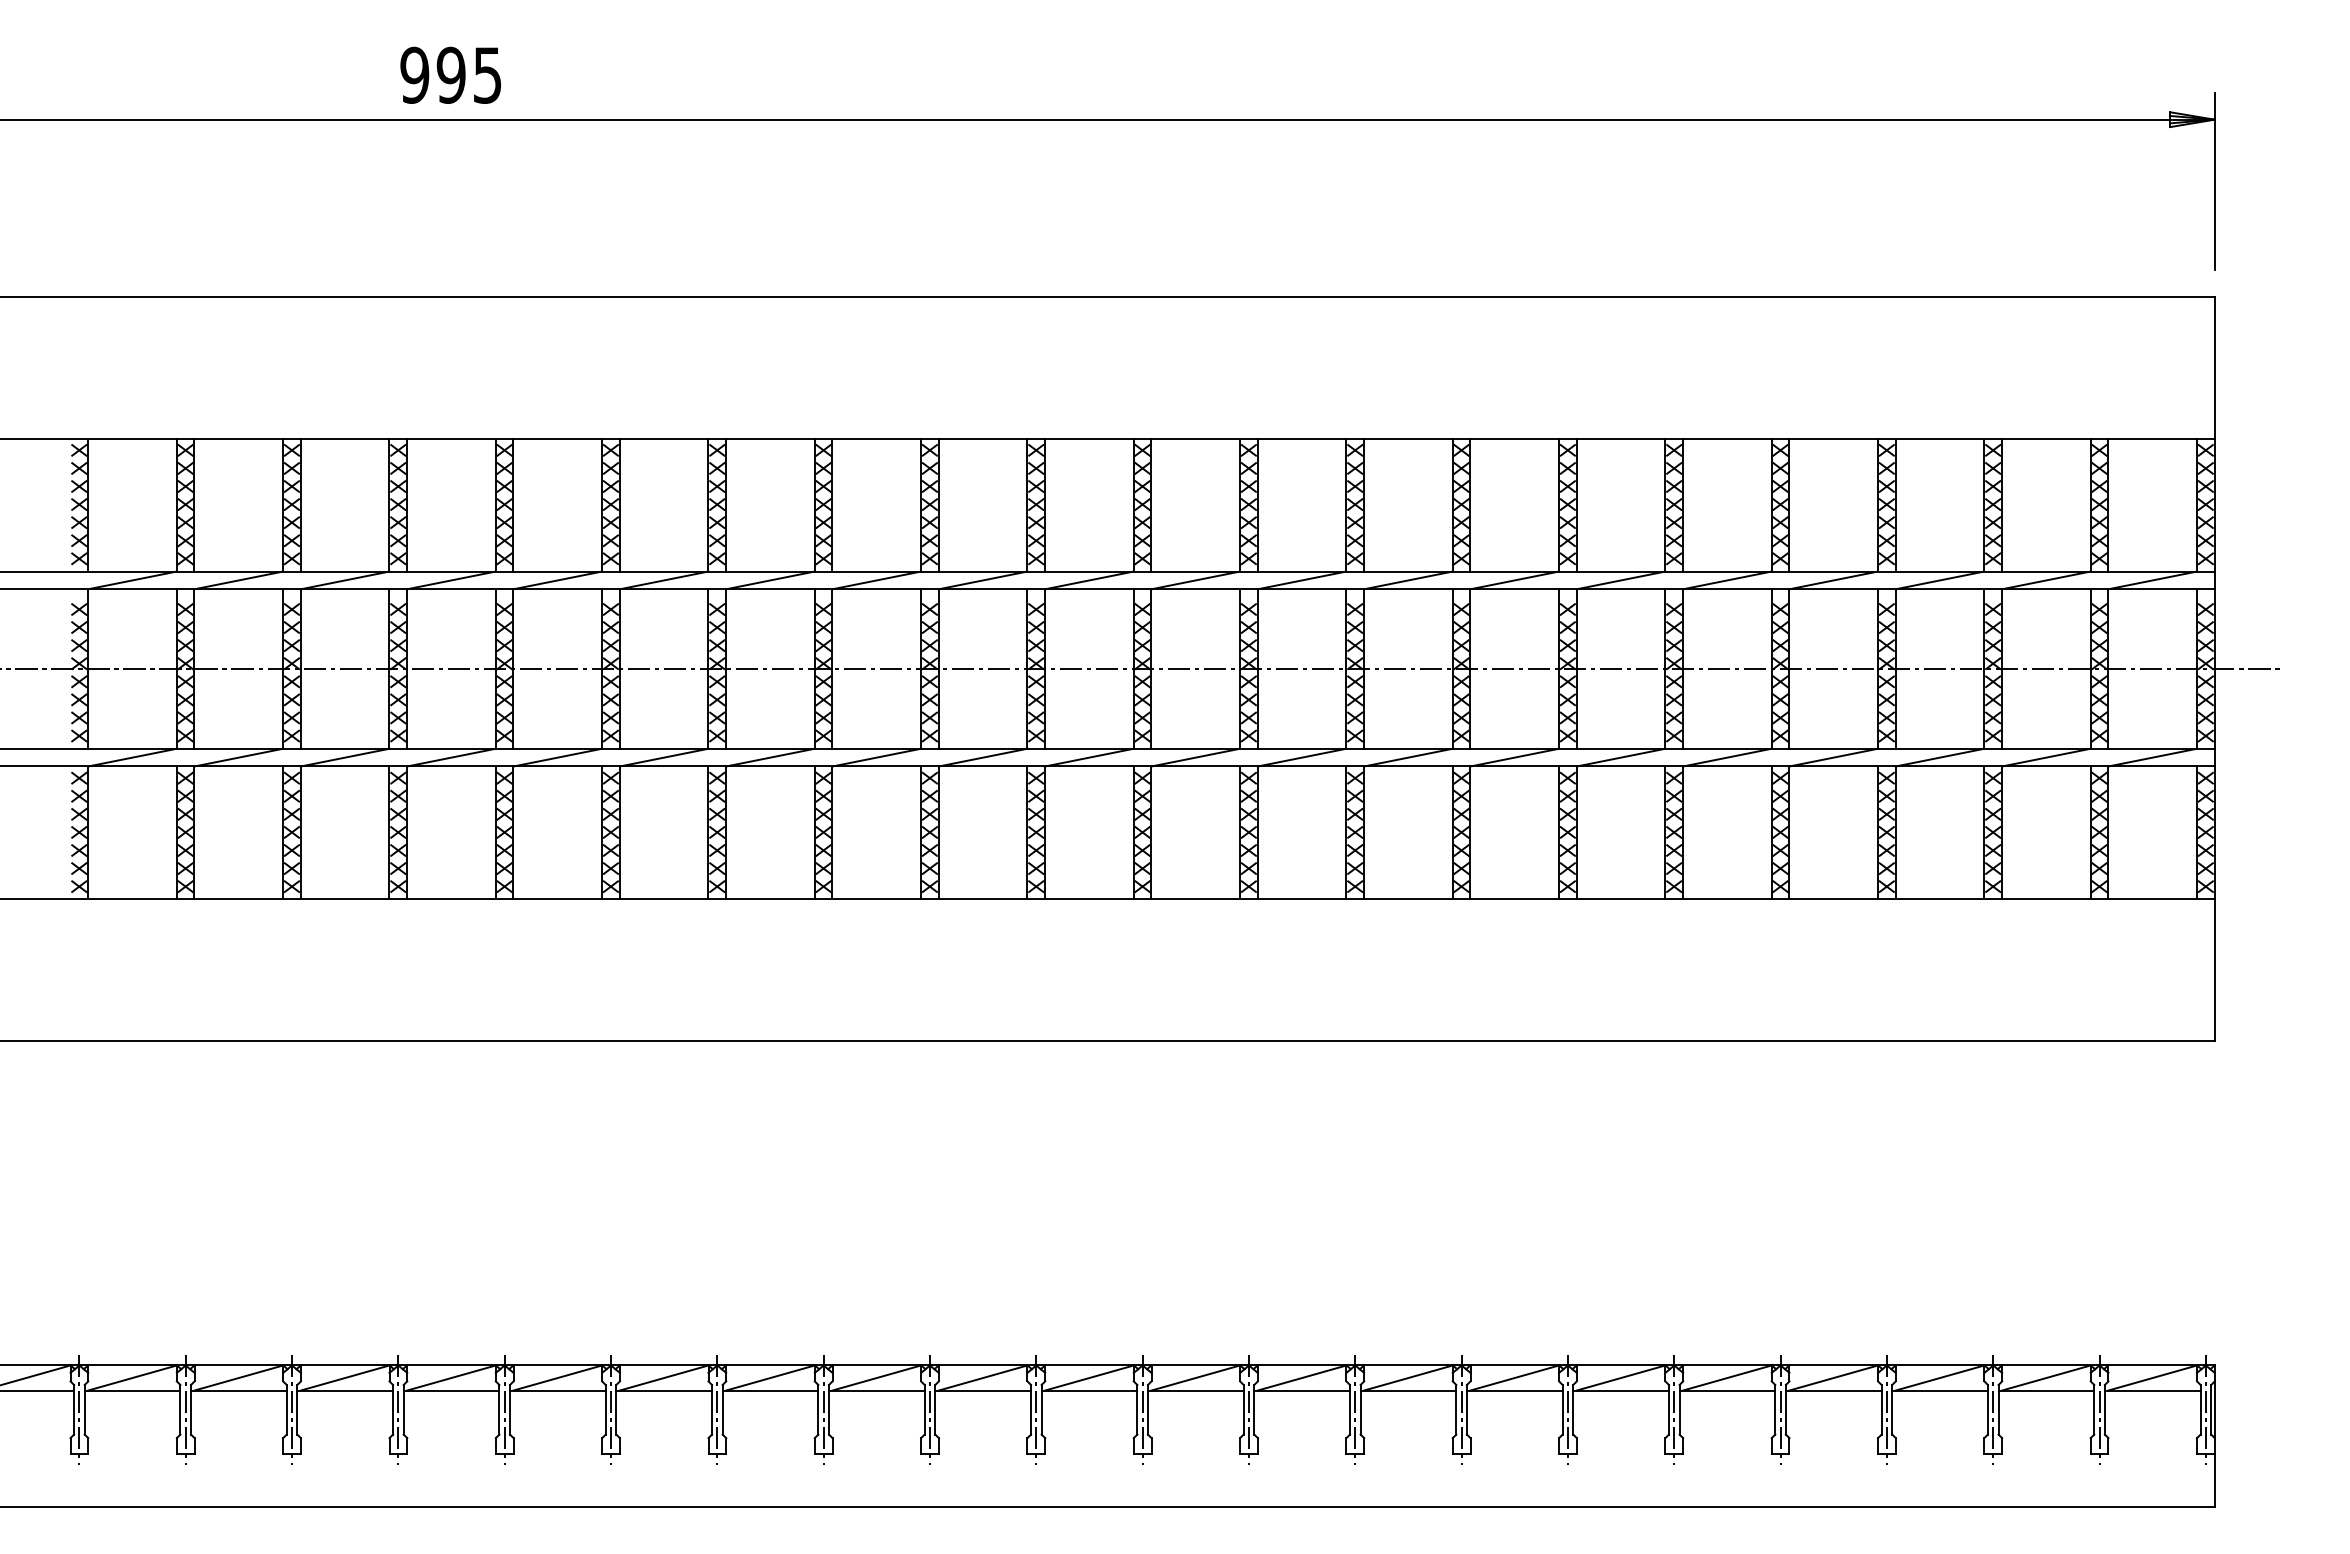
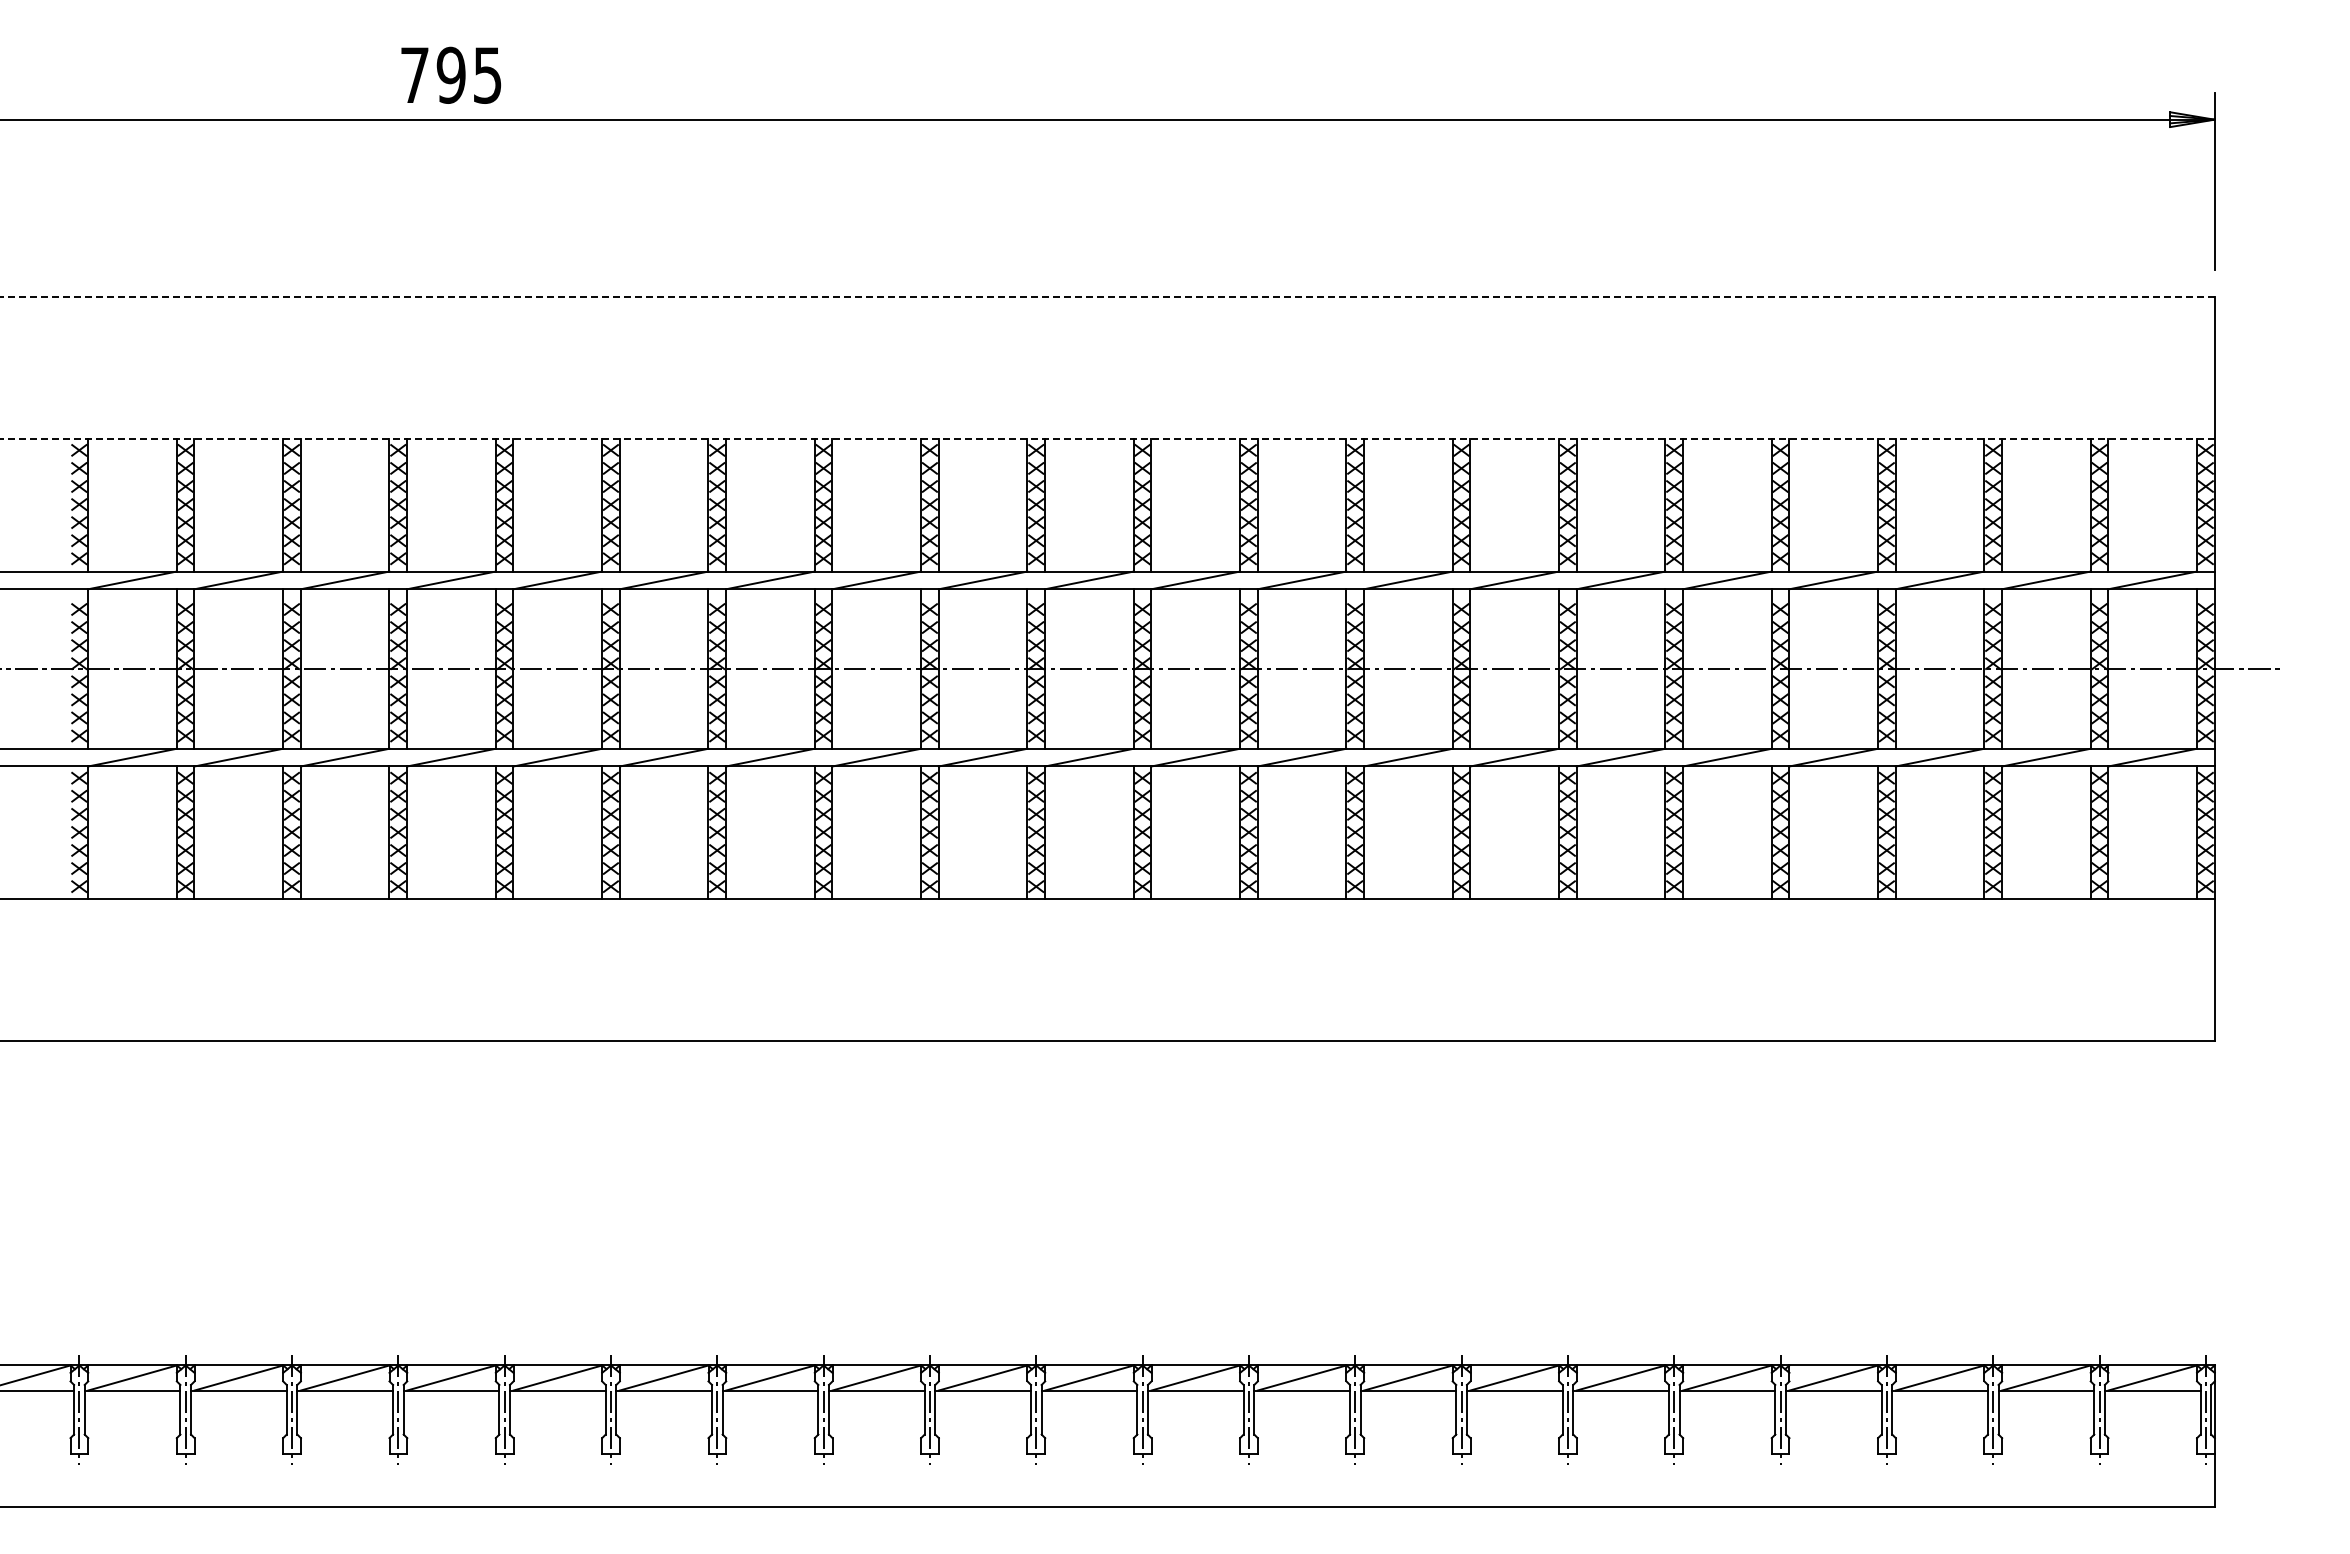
text at (414, 74): 995 -> 795
line at (1107, 296): solid -> dashed
line at (1107, 438): solid -> dashed
